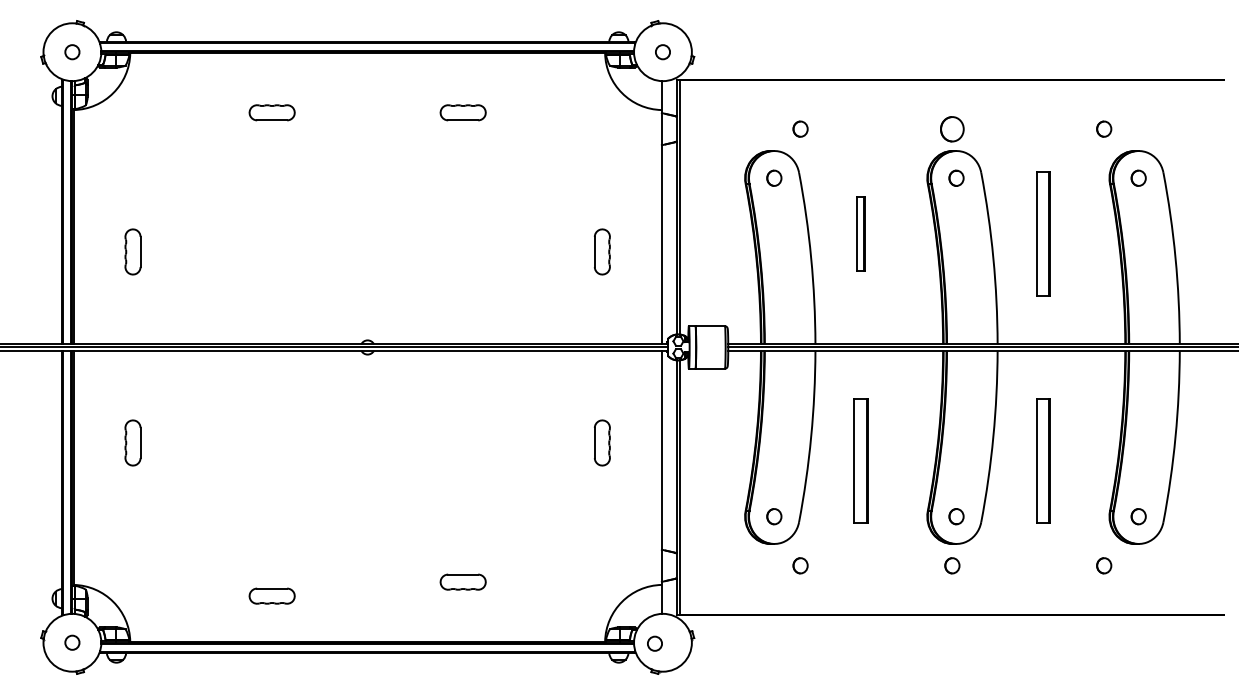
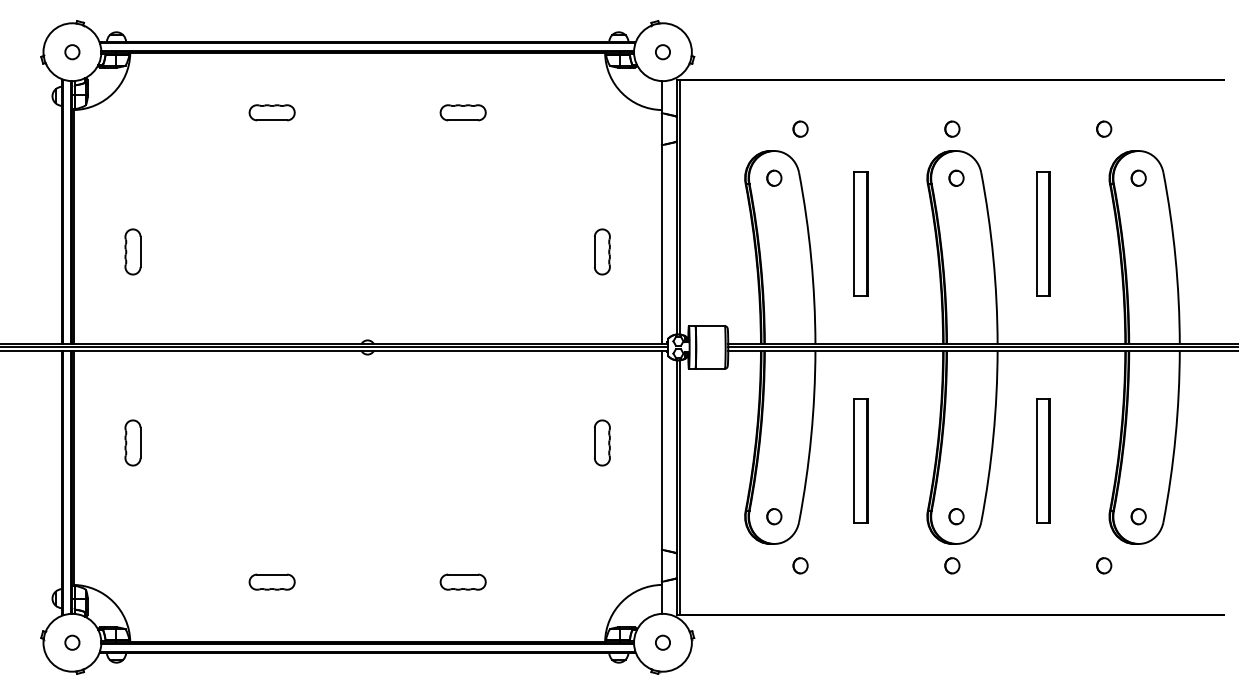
part at (952, 129) size: 25x27 px -> 17x18 px
part at (860, 233) size: 10x76 px -> 16x126 px
part at (271, 595) position: (271, 595) -> (271, 581)
circle at (654, 643) position: (654, 643) -> (662, 642)
